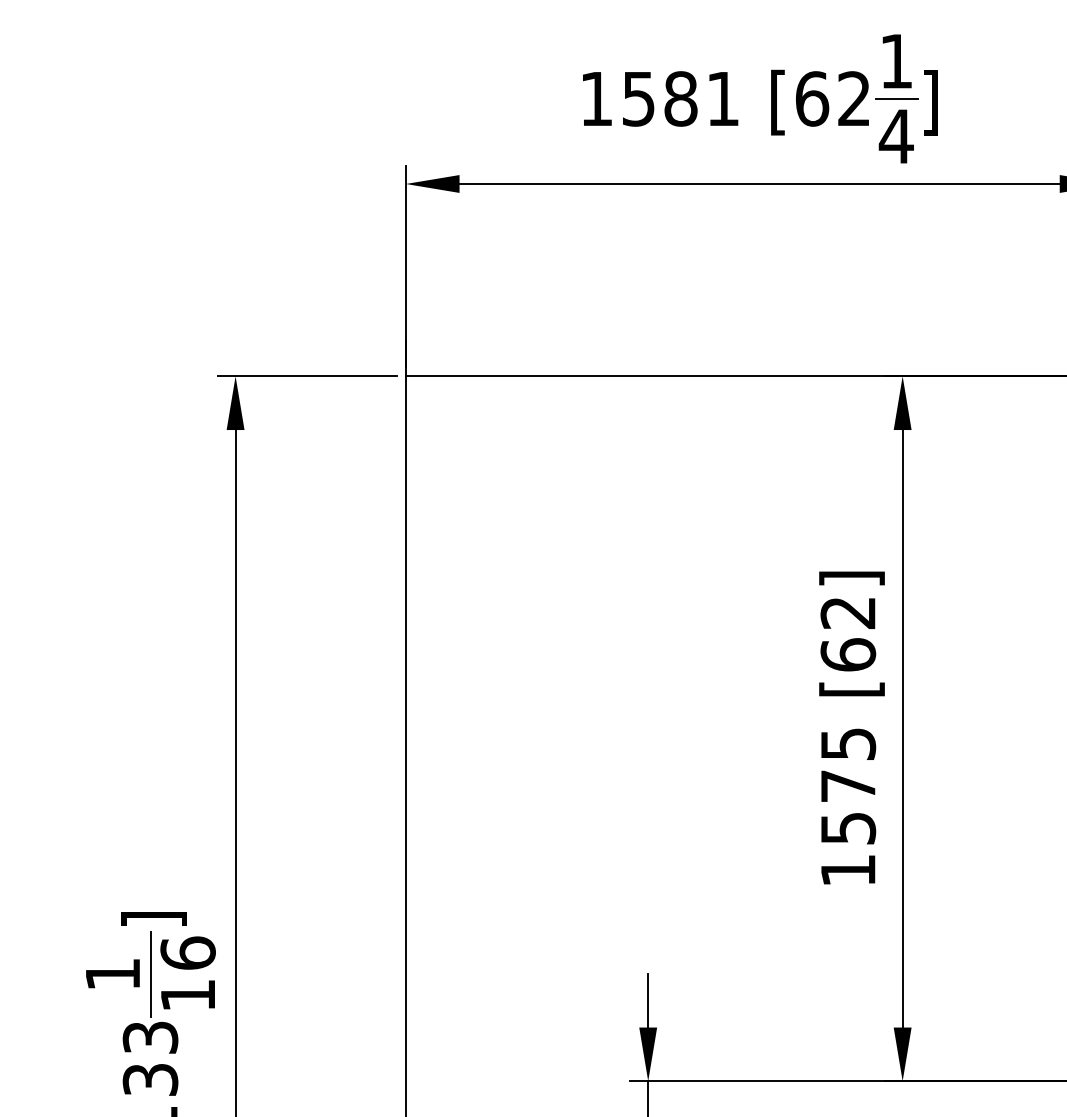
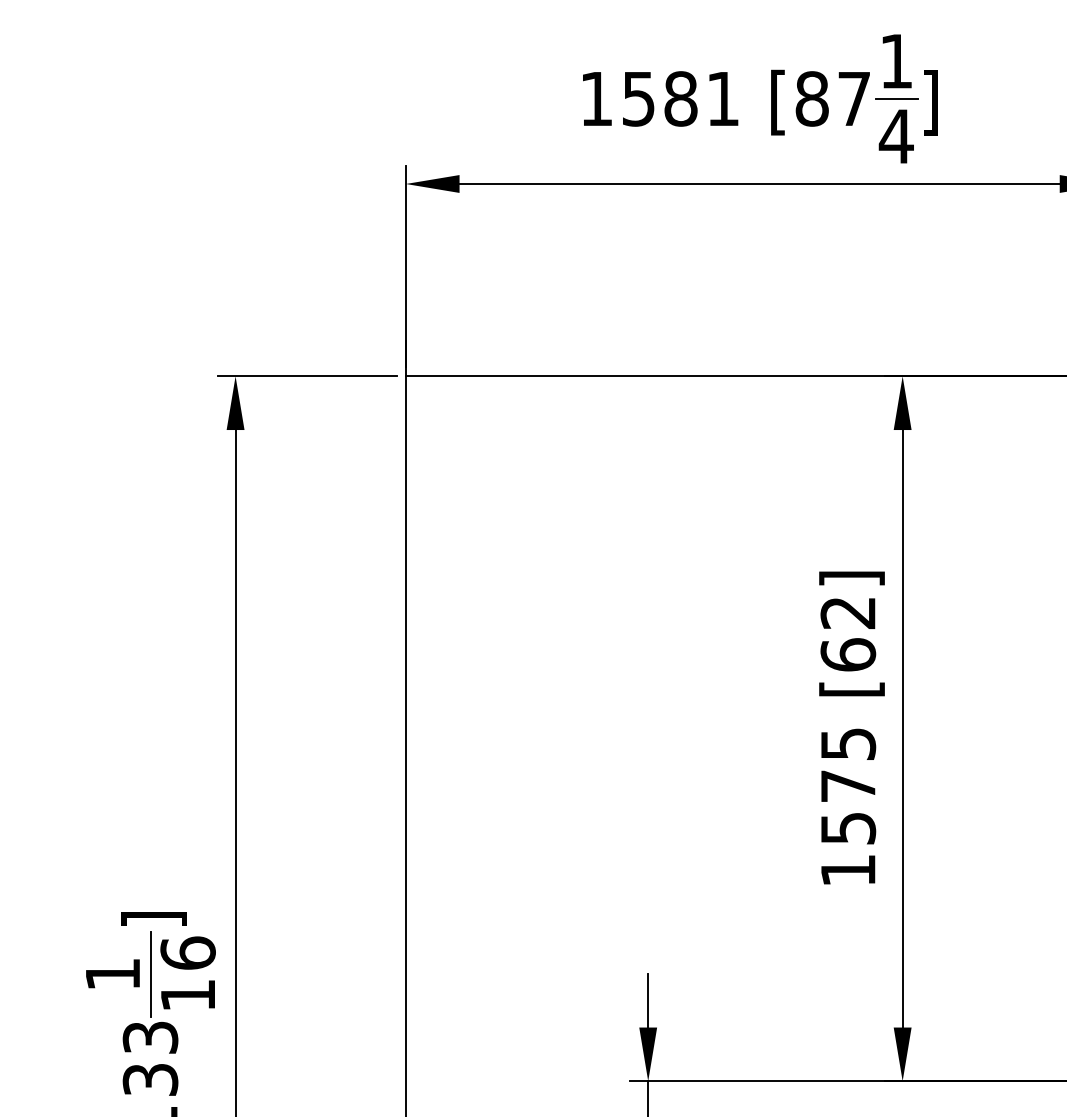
text at (832, 98): [62 -> [87
